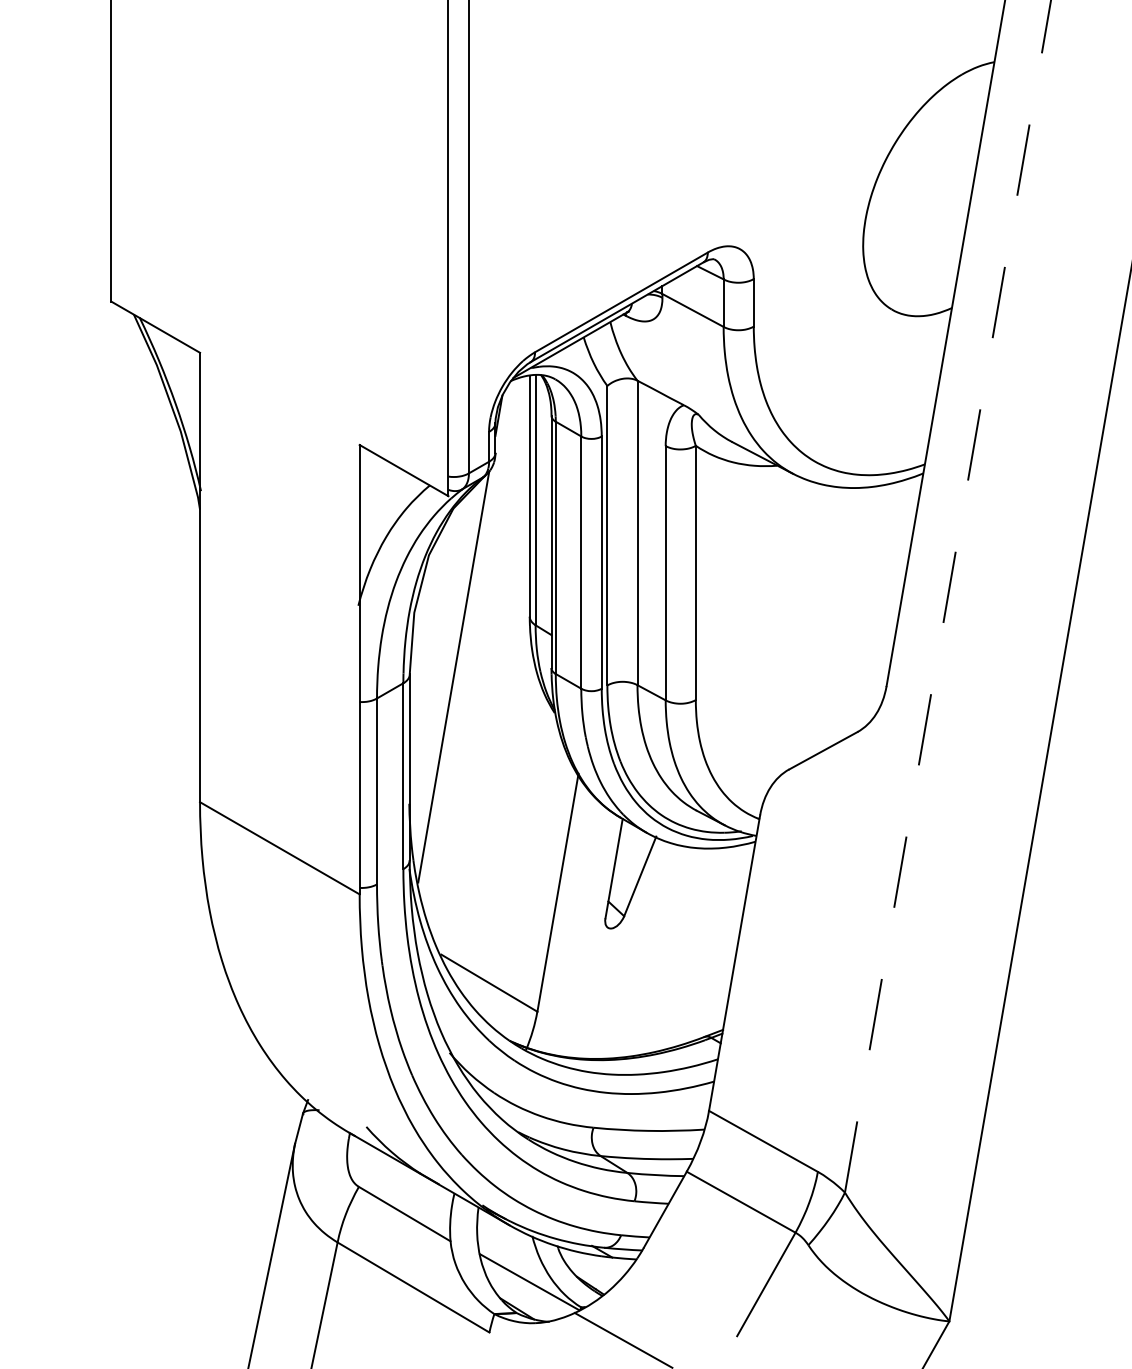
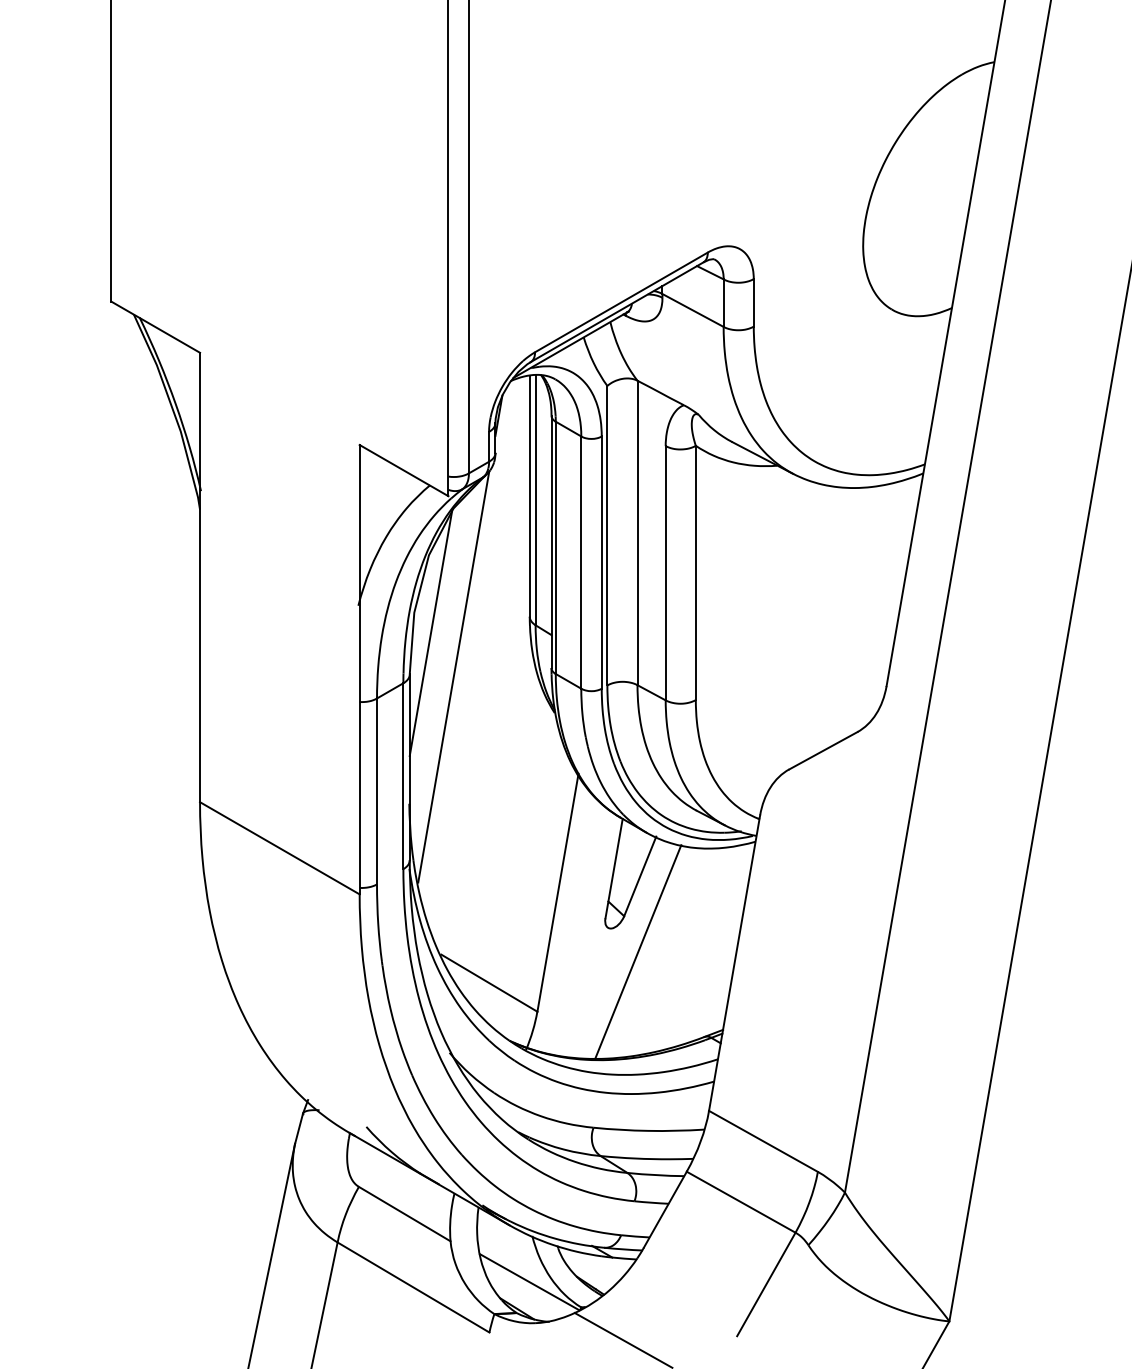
line at (948, 595): dashed -> solid
line at (430, 633): none -> present
line at (638, 951): none -> present
